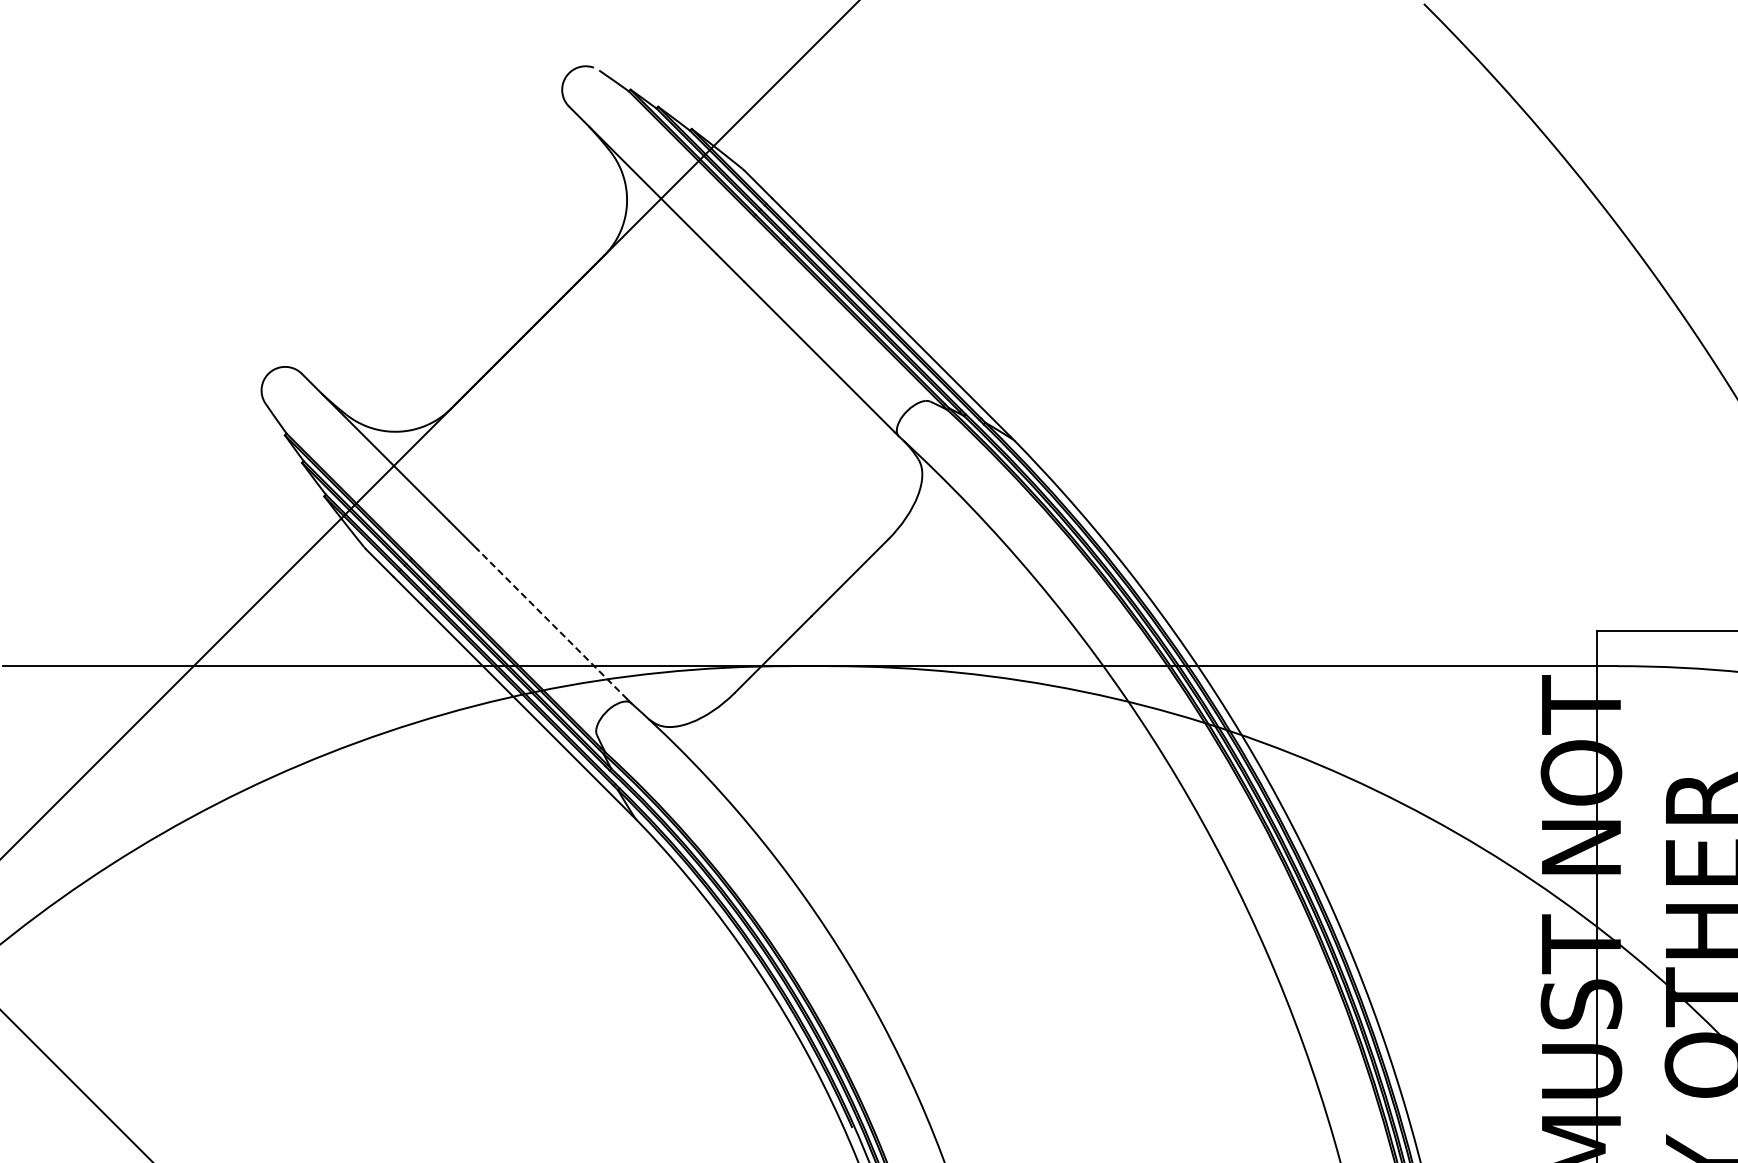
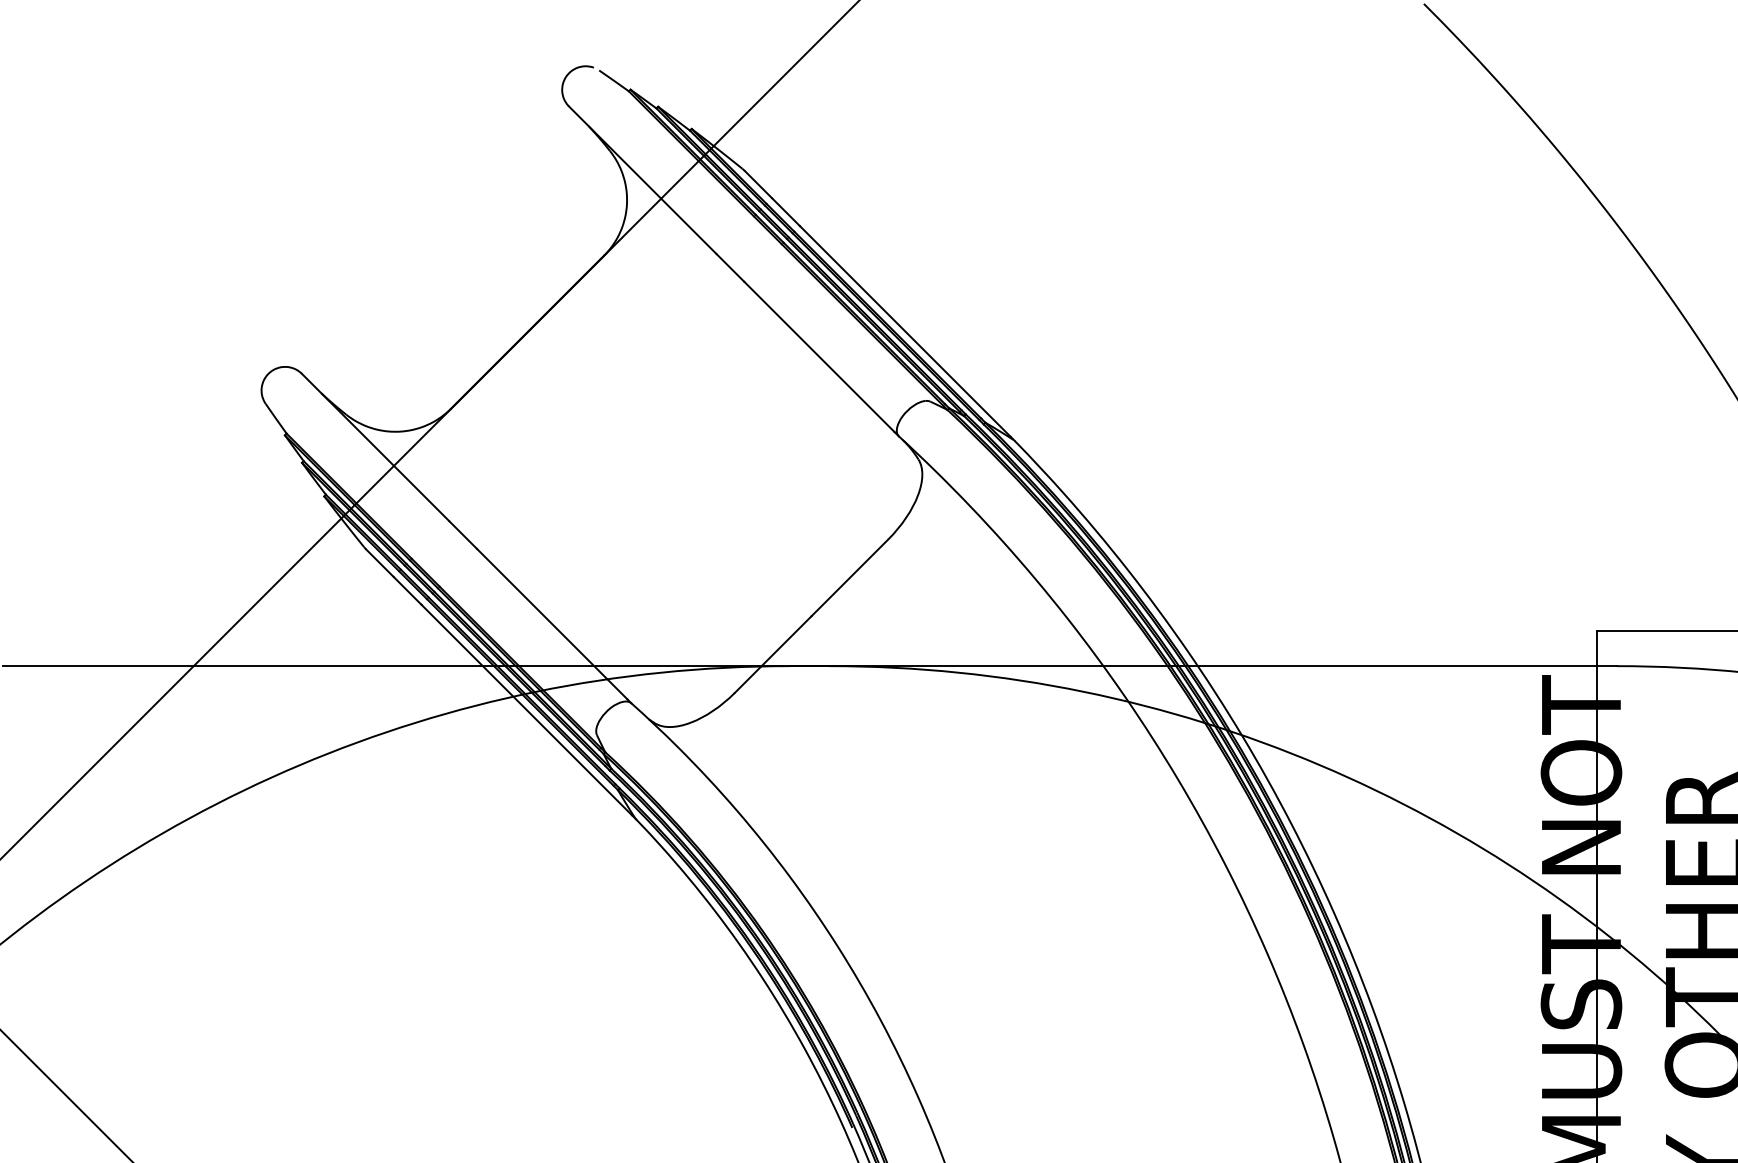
line at (551, 623): dashed -> solid
line at (76, 1085) position: (76, 1085) -> (66, 1095)
